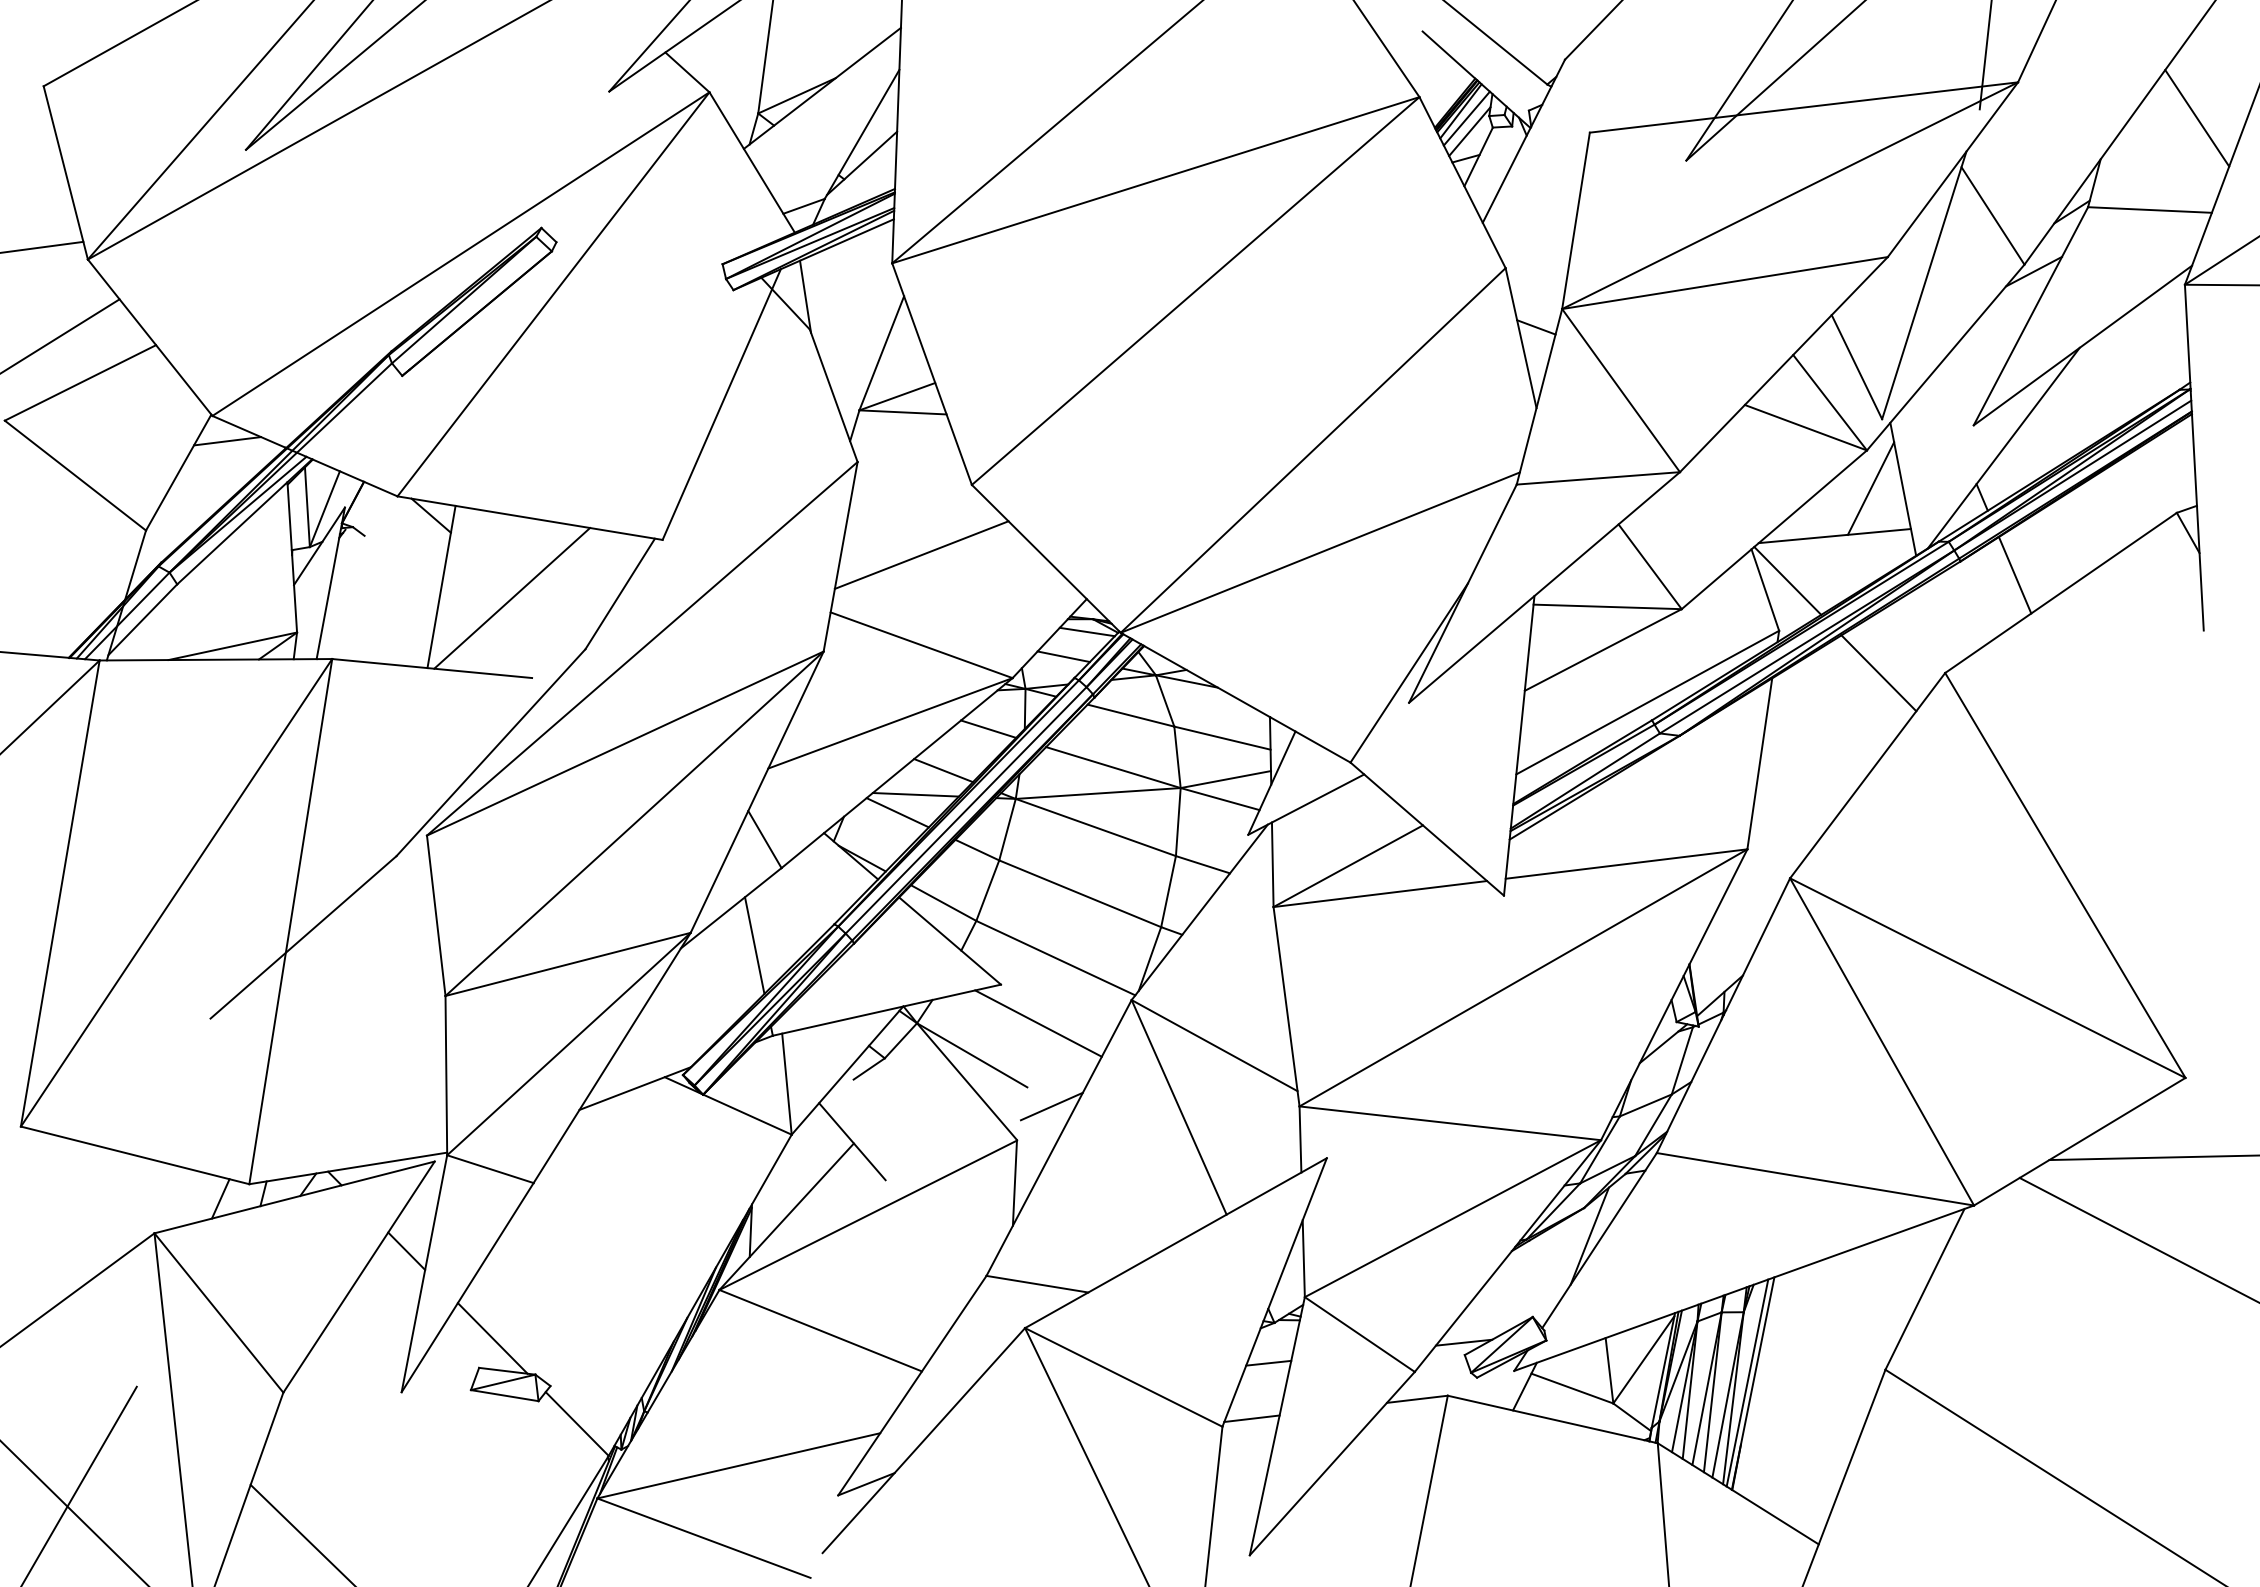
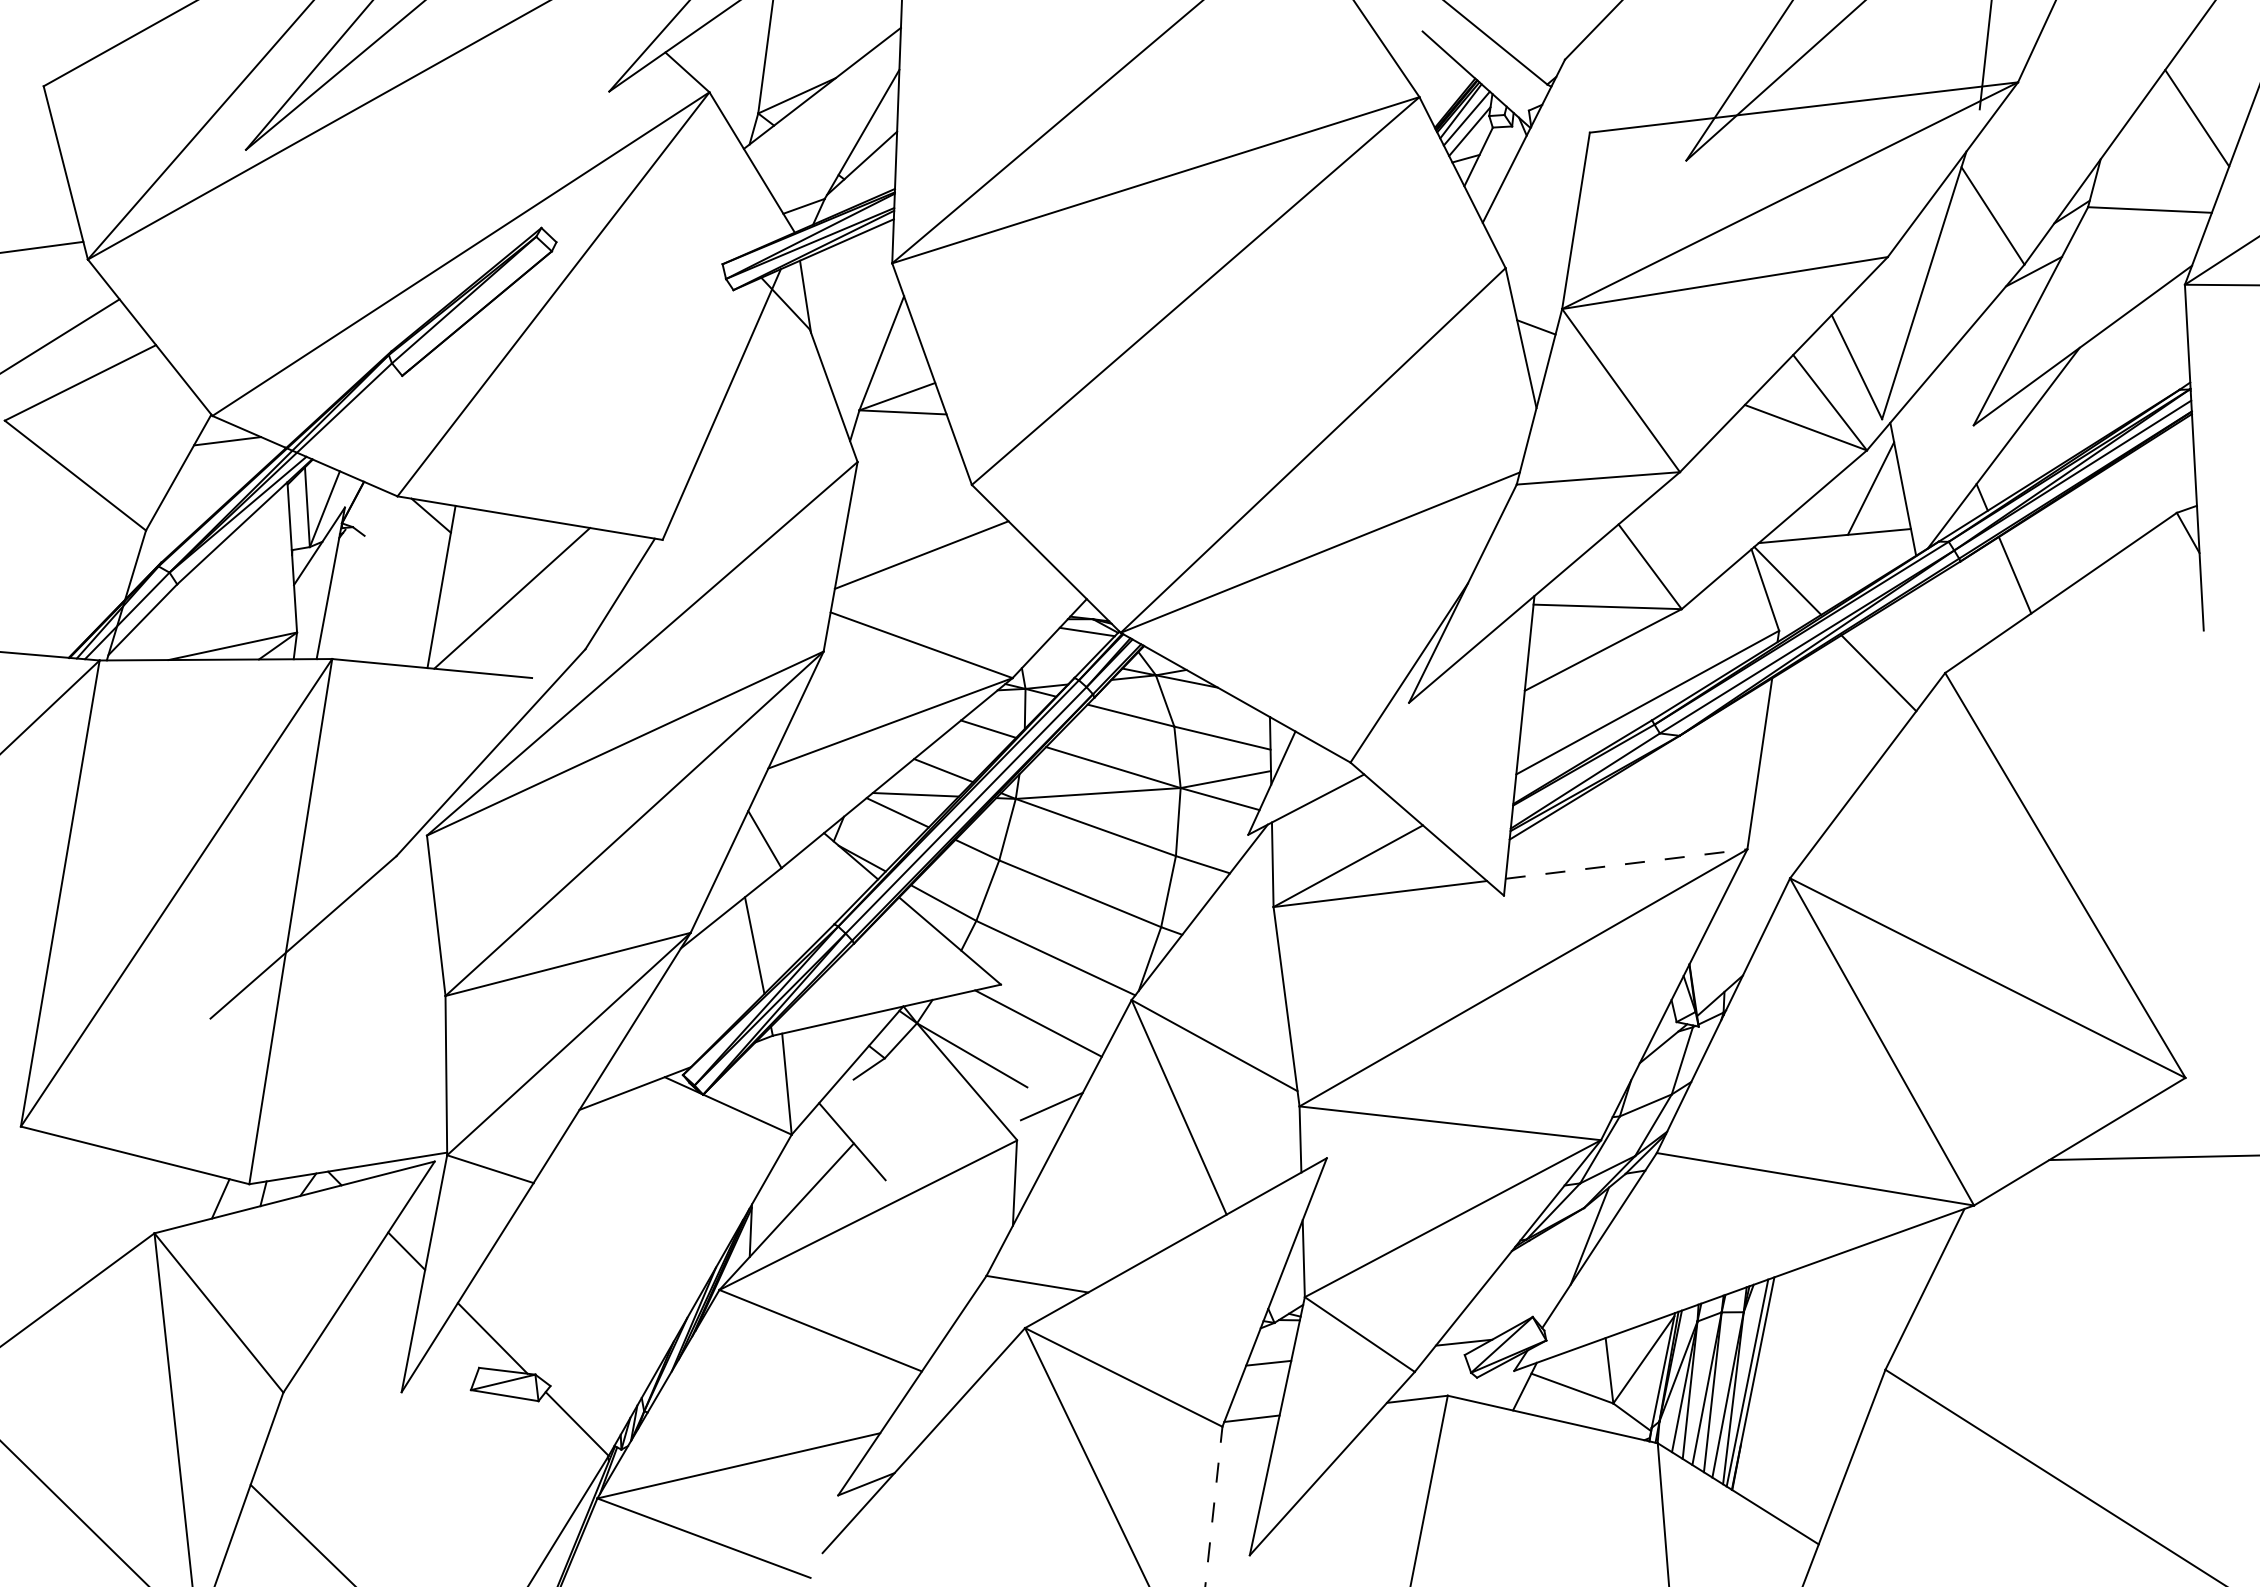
line at (1063, 656): present -> none
line at (1626, 864): solid -> dashed
line at (2137, 1239): present -> none
line at (79, 1484): present -> none
line at (1213, 1506): solid -> dashed
